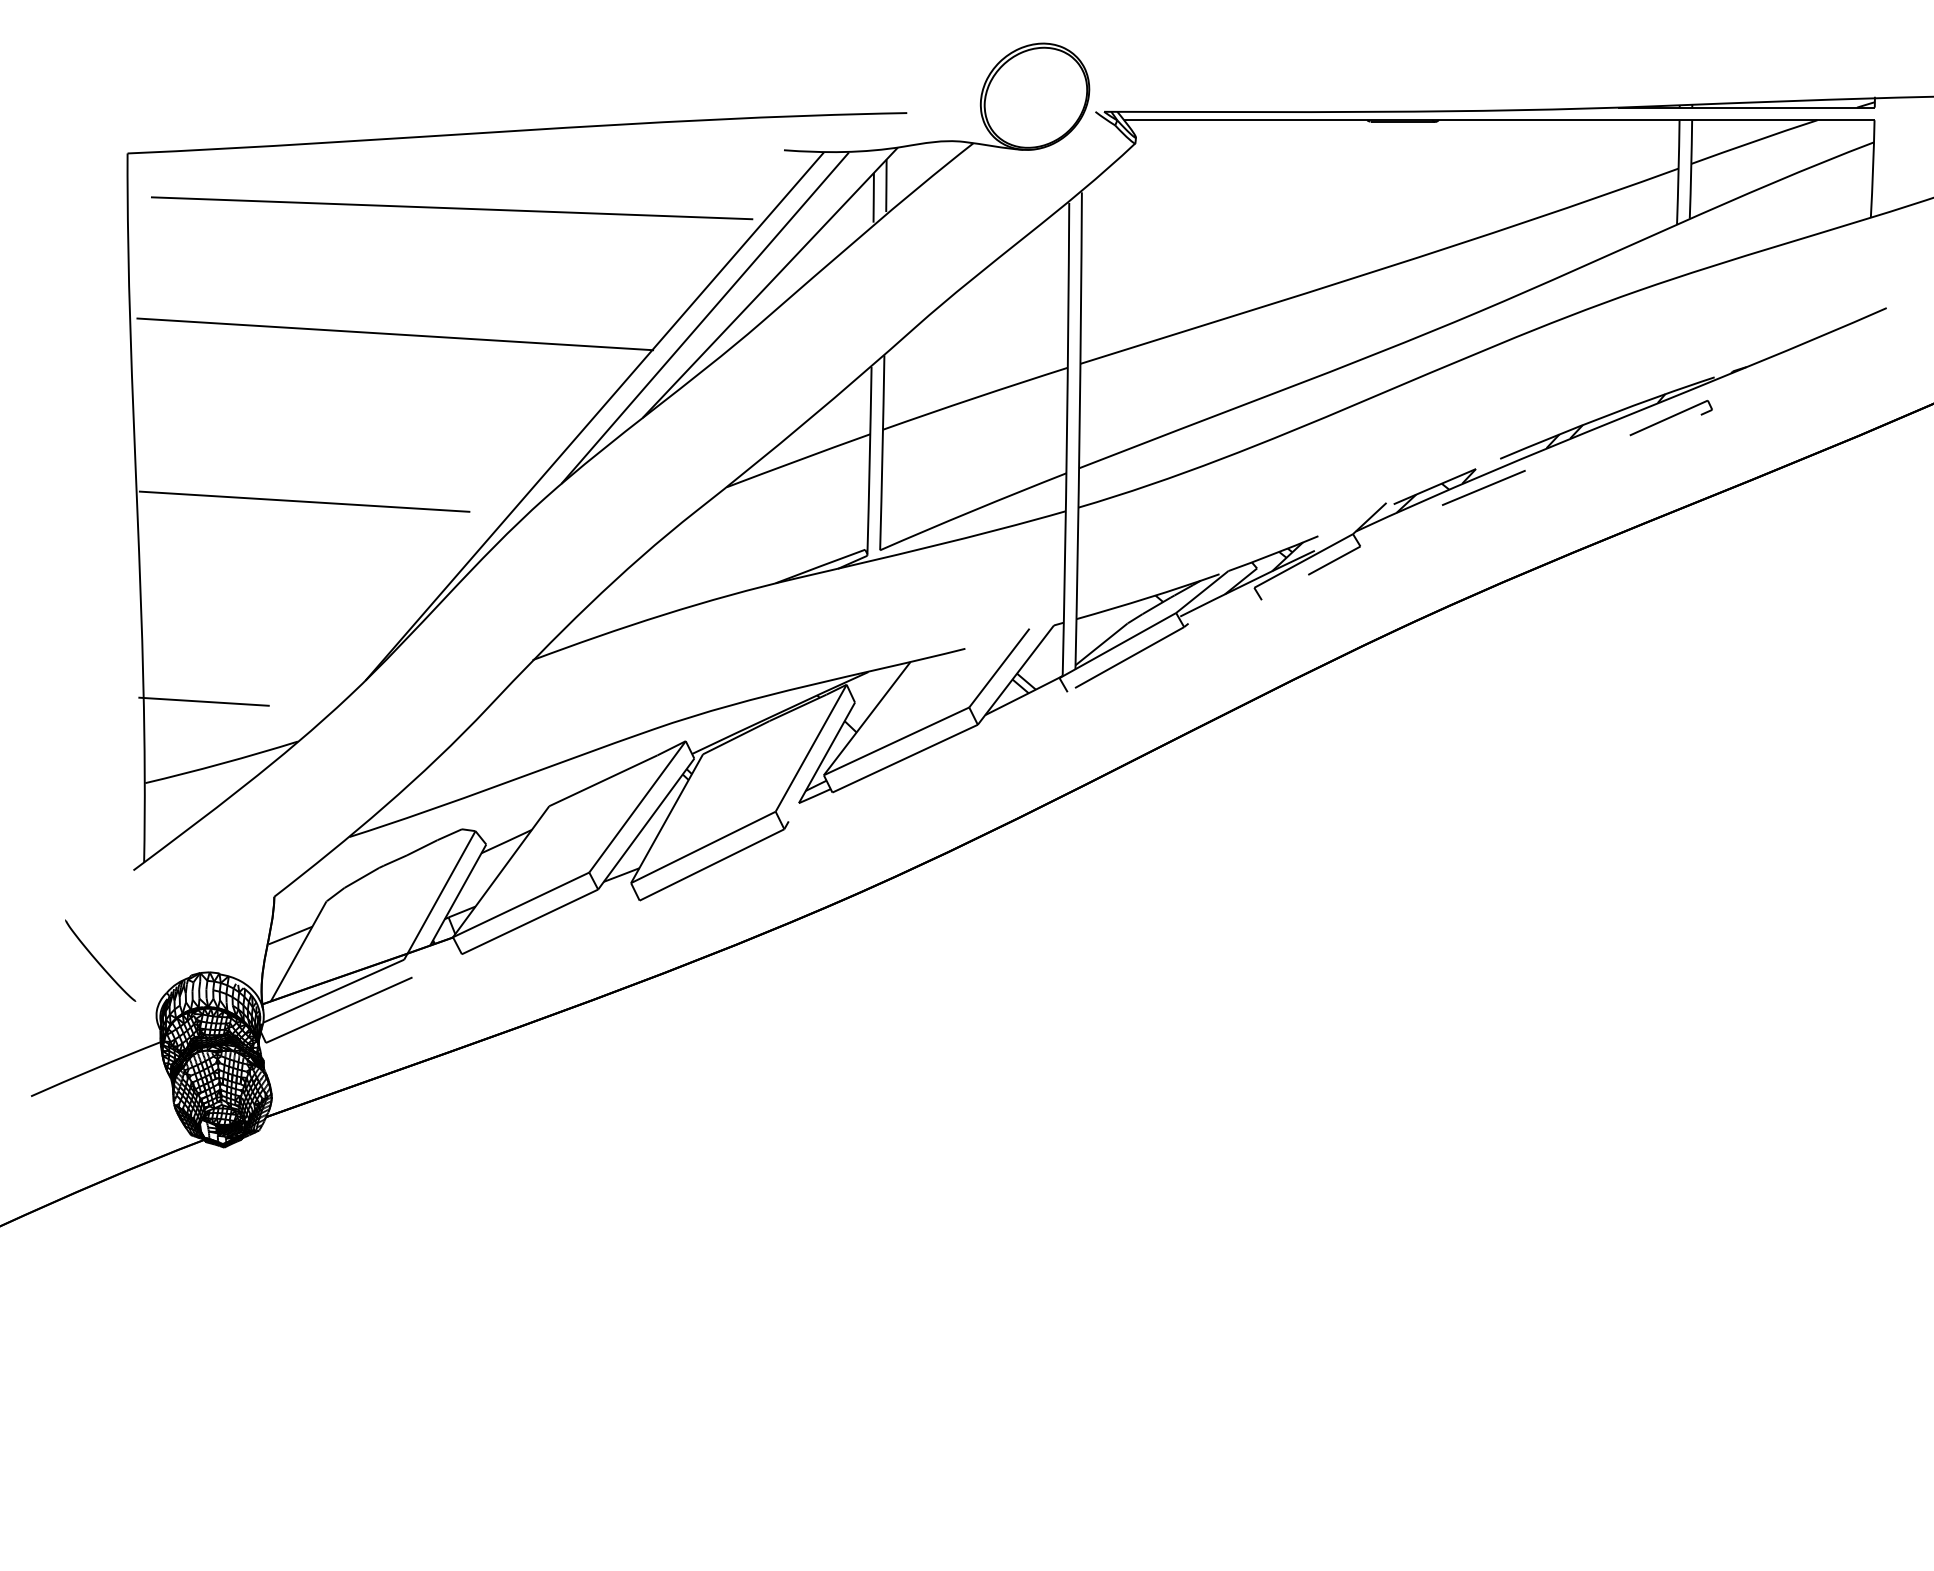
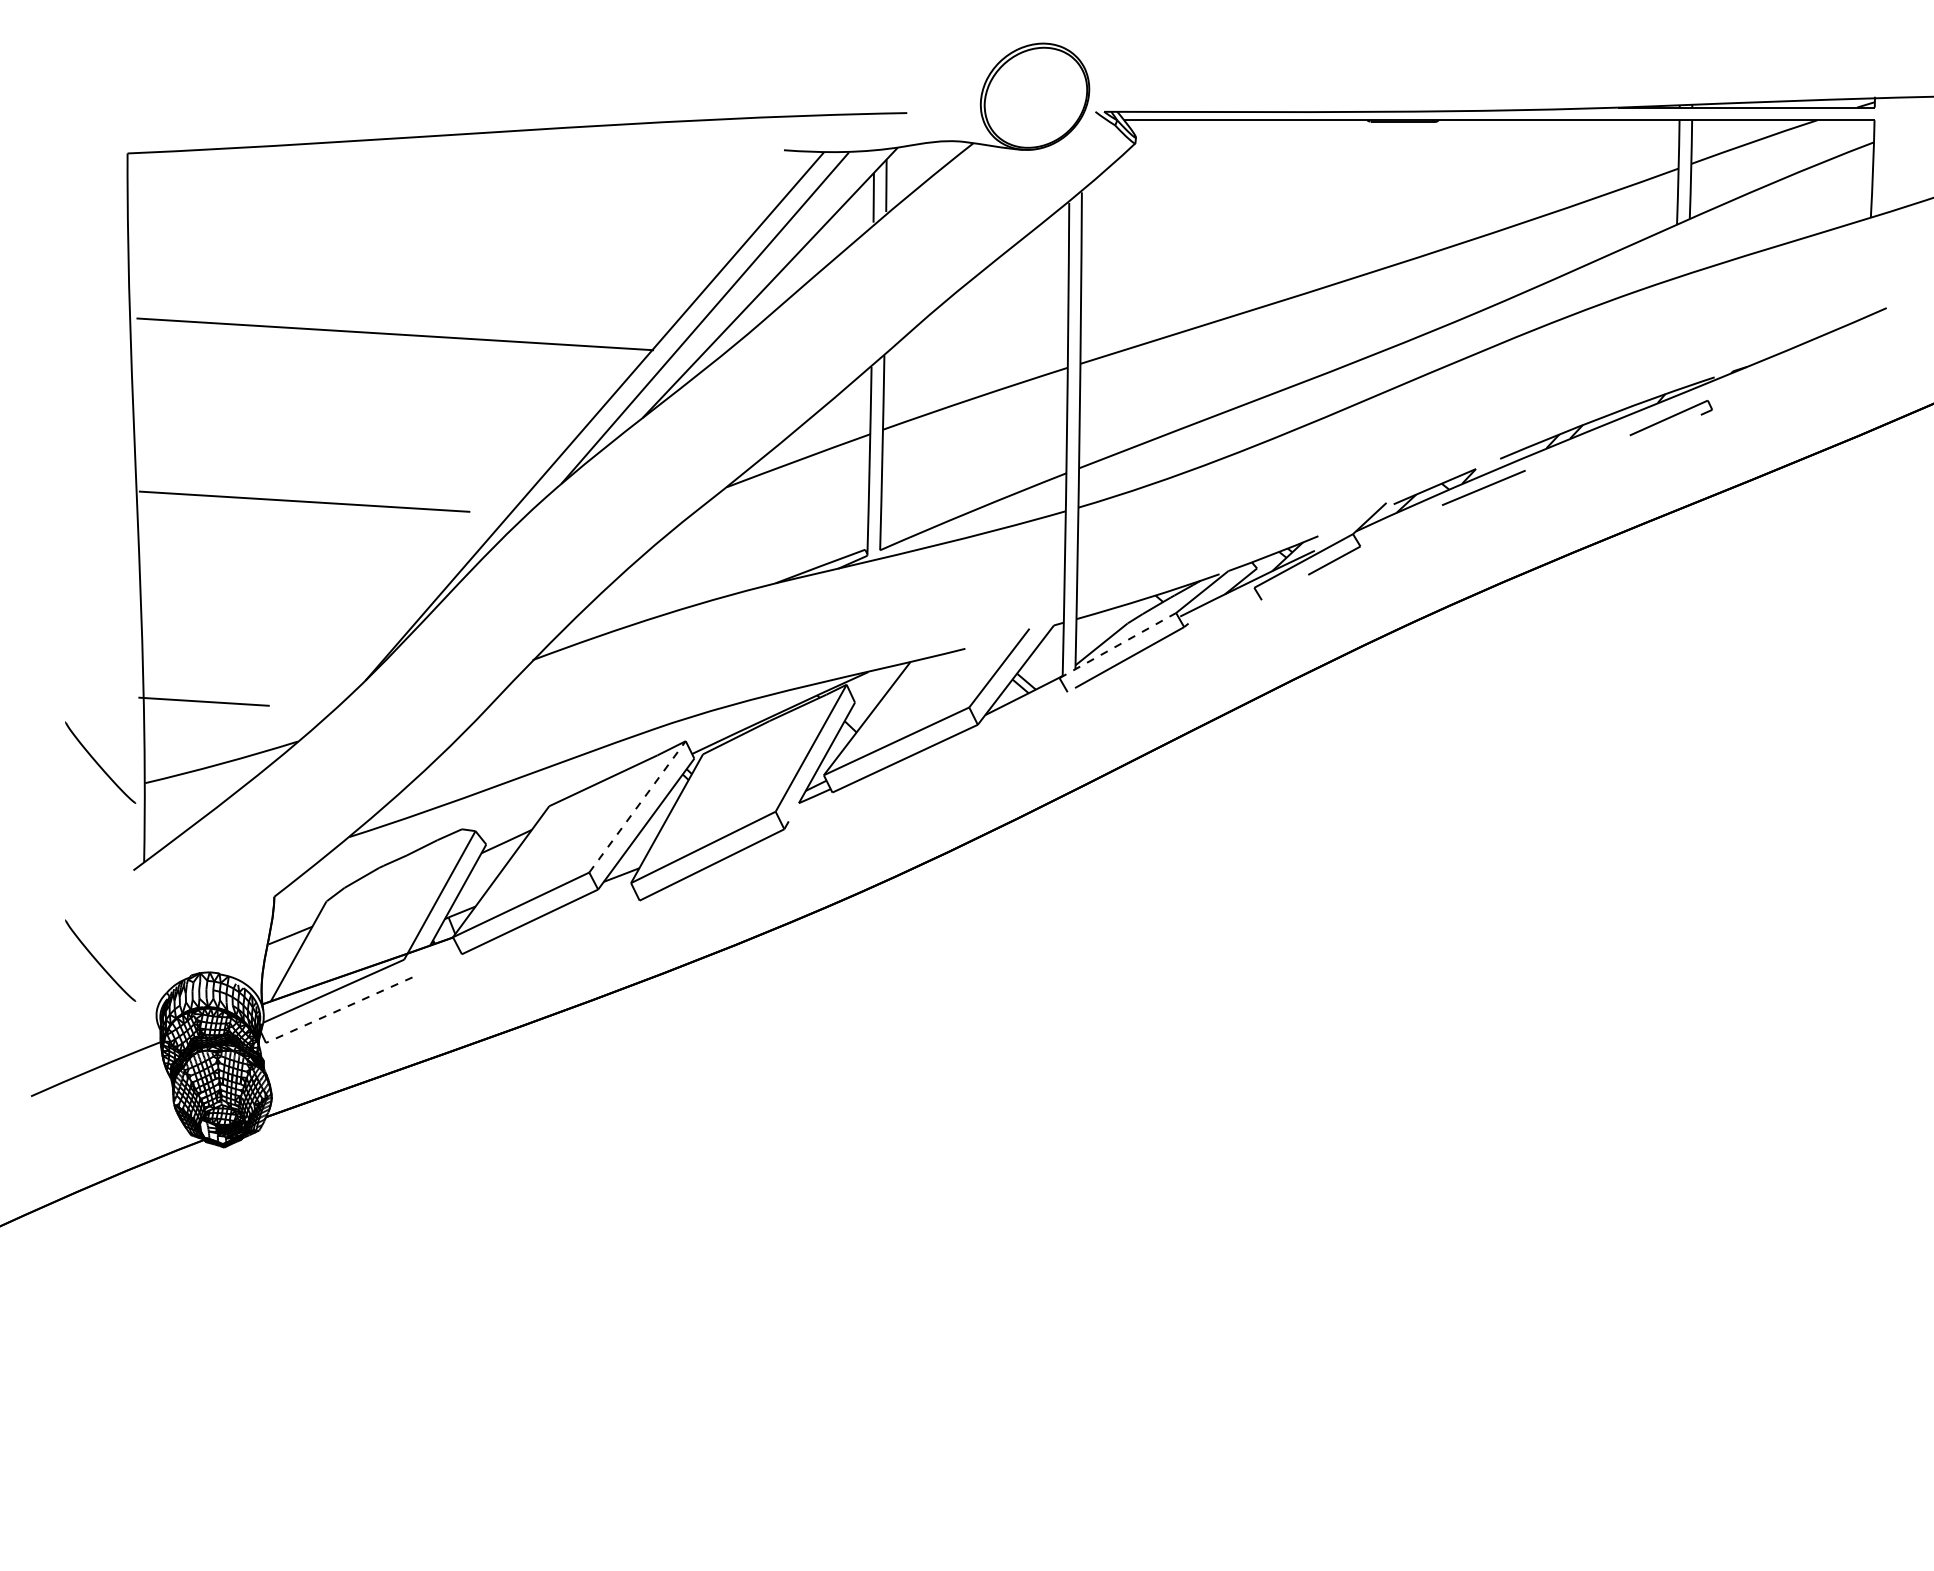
line at (452, 208): present -> none
line at (1117, 645): solid -> dashed
curve at (98, 763): none -> present
line at (637, 806): solid -> dashed
line at (338, 1010): solid -> dashed
